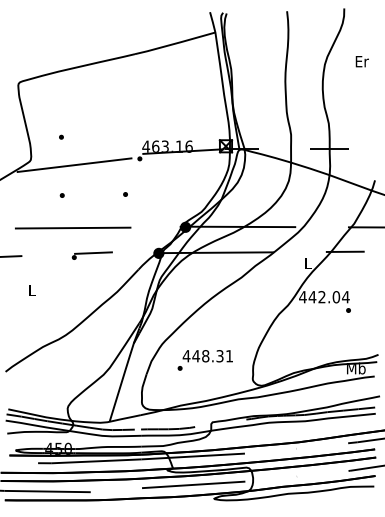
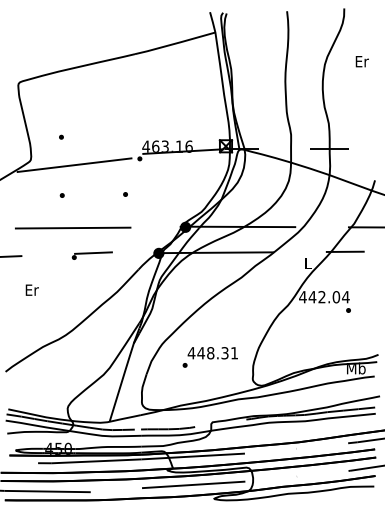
text at (31, 289): L -> Er
text at (204, 360) position: (204, 360) -> (209, 357)
